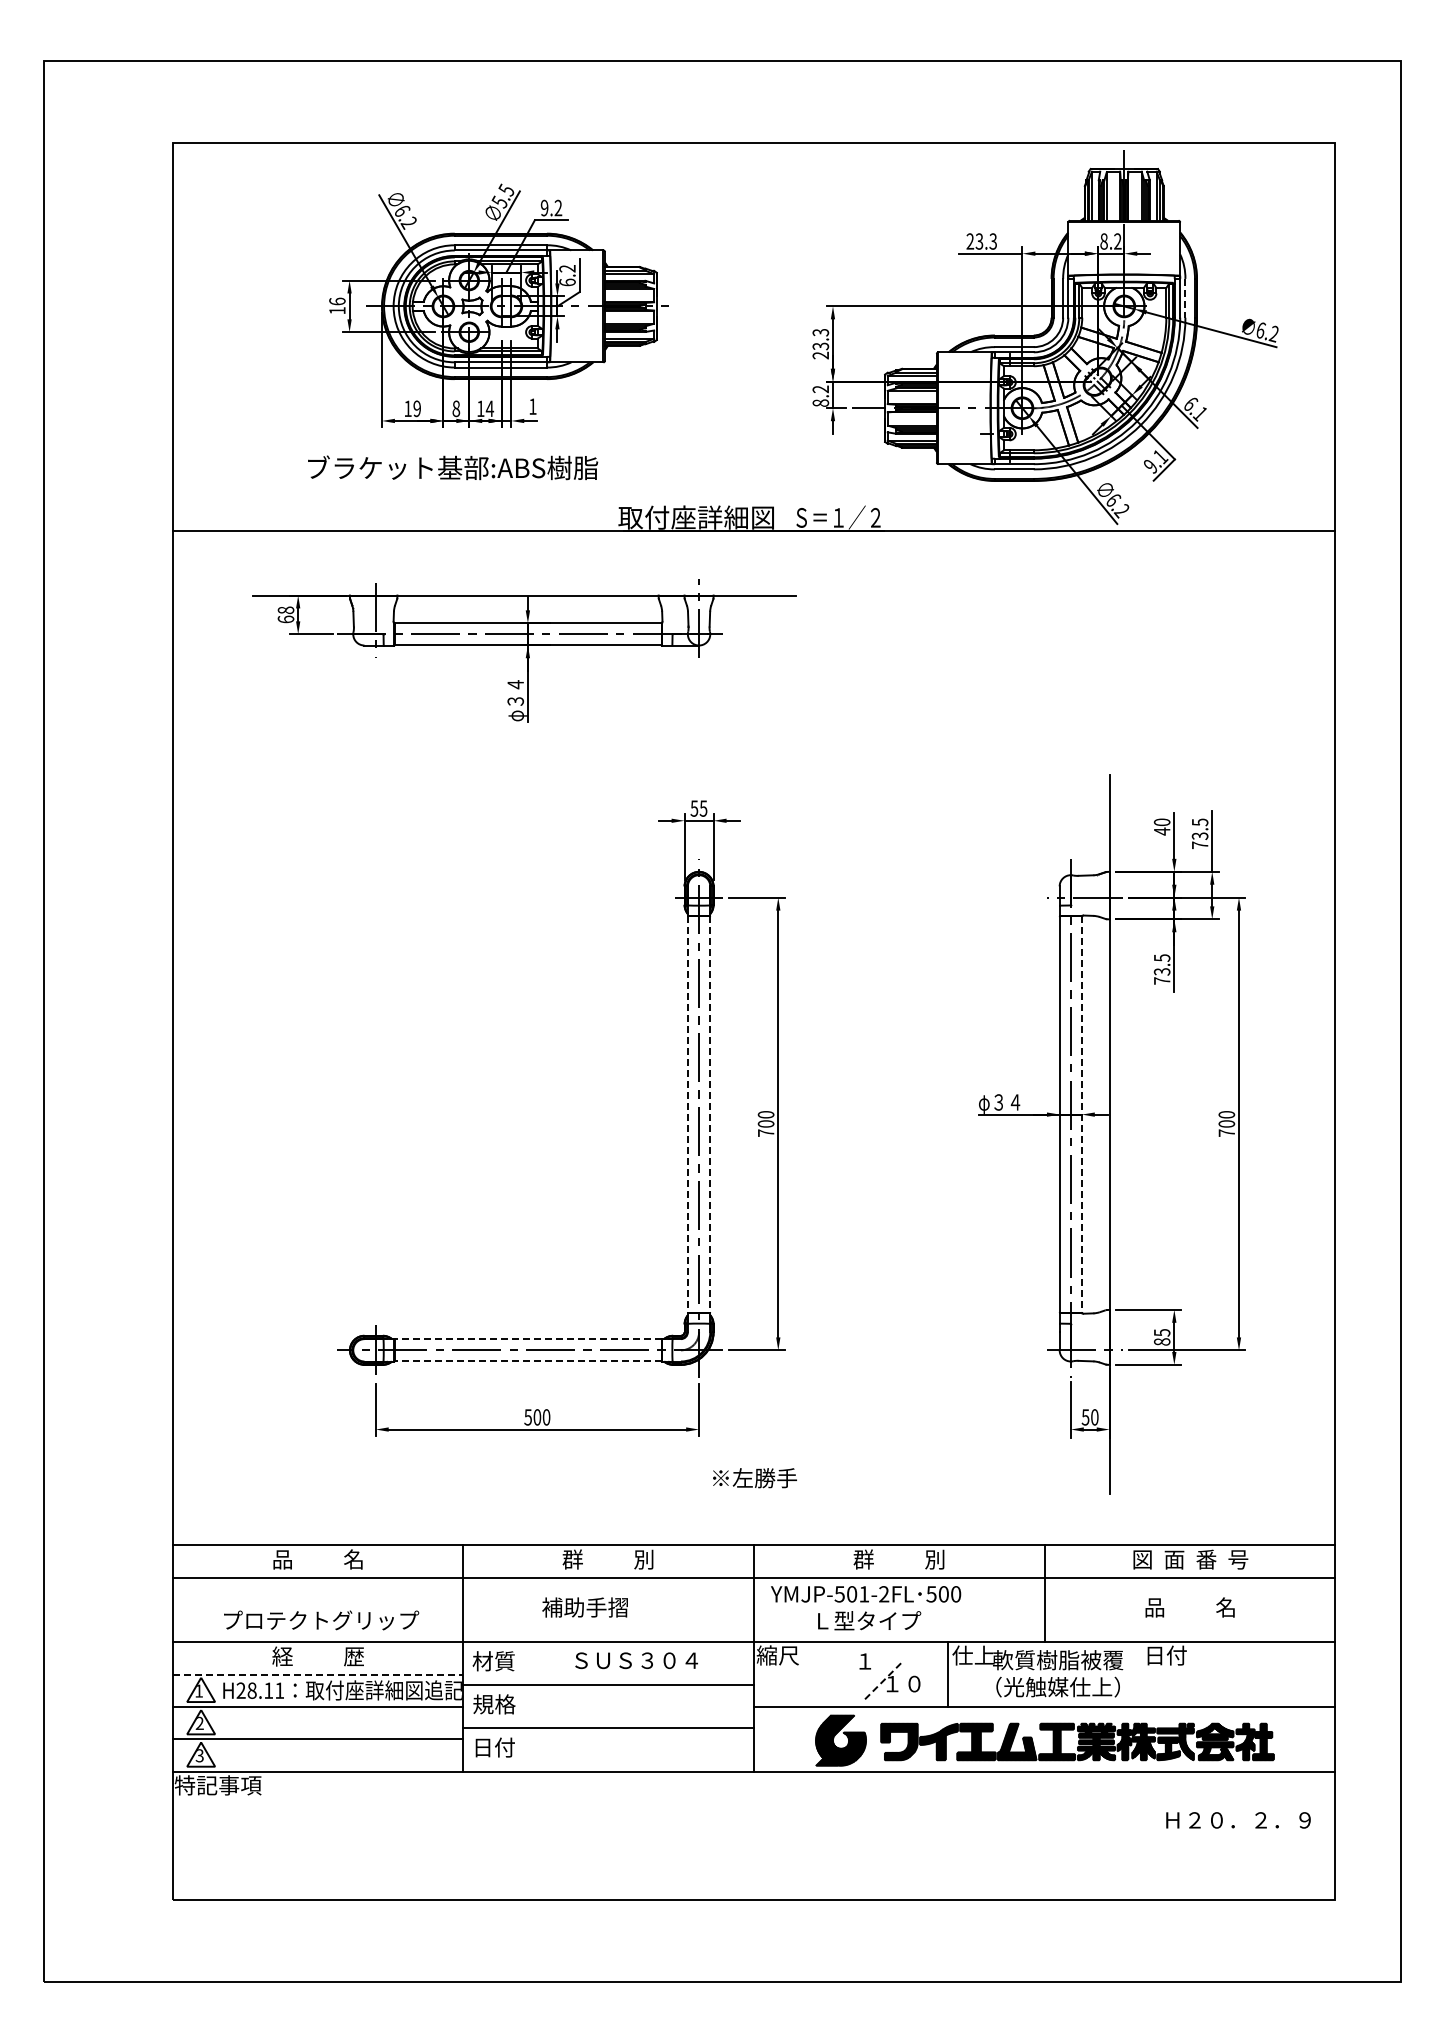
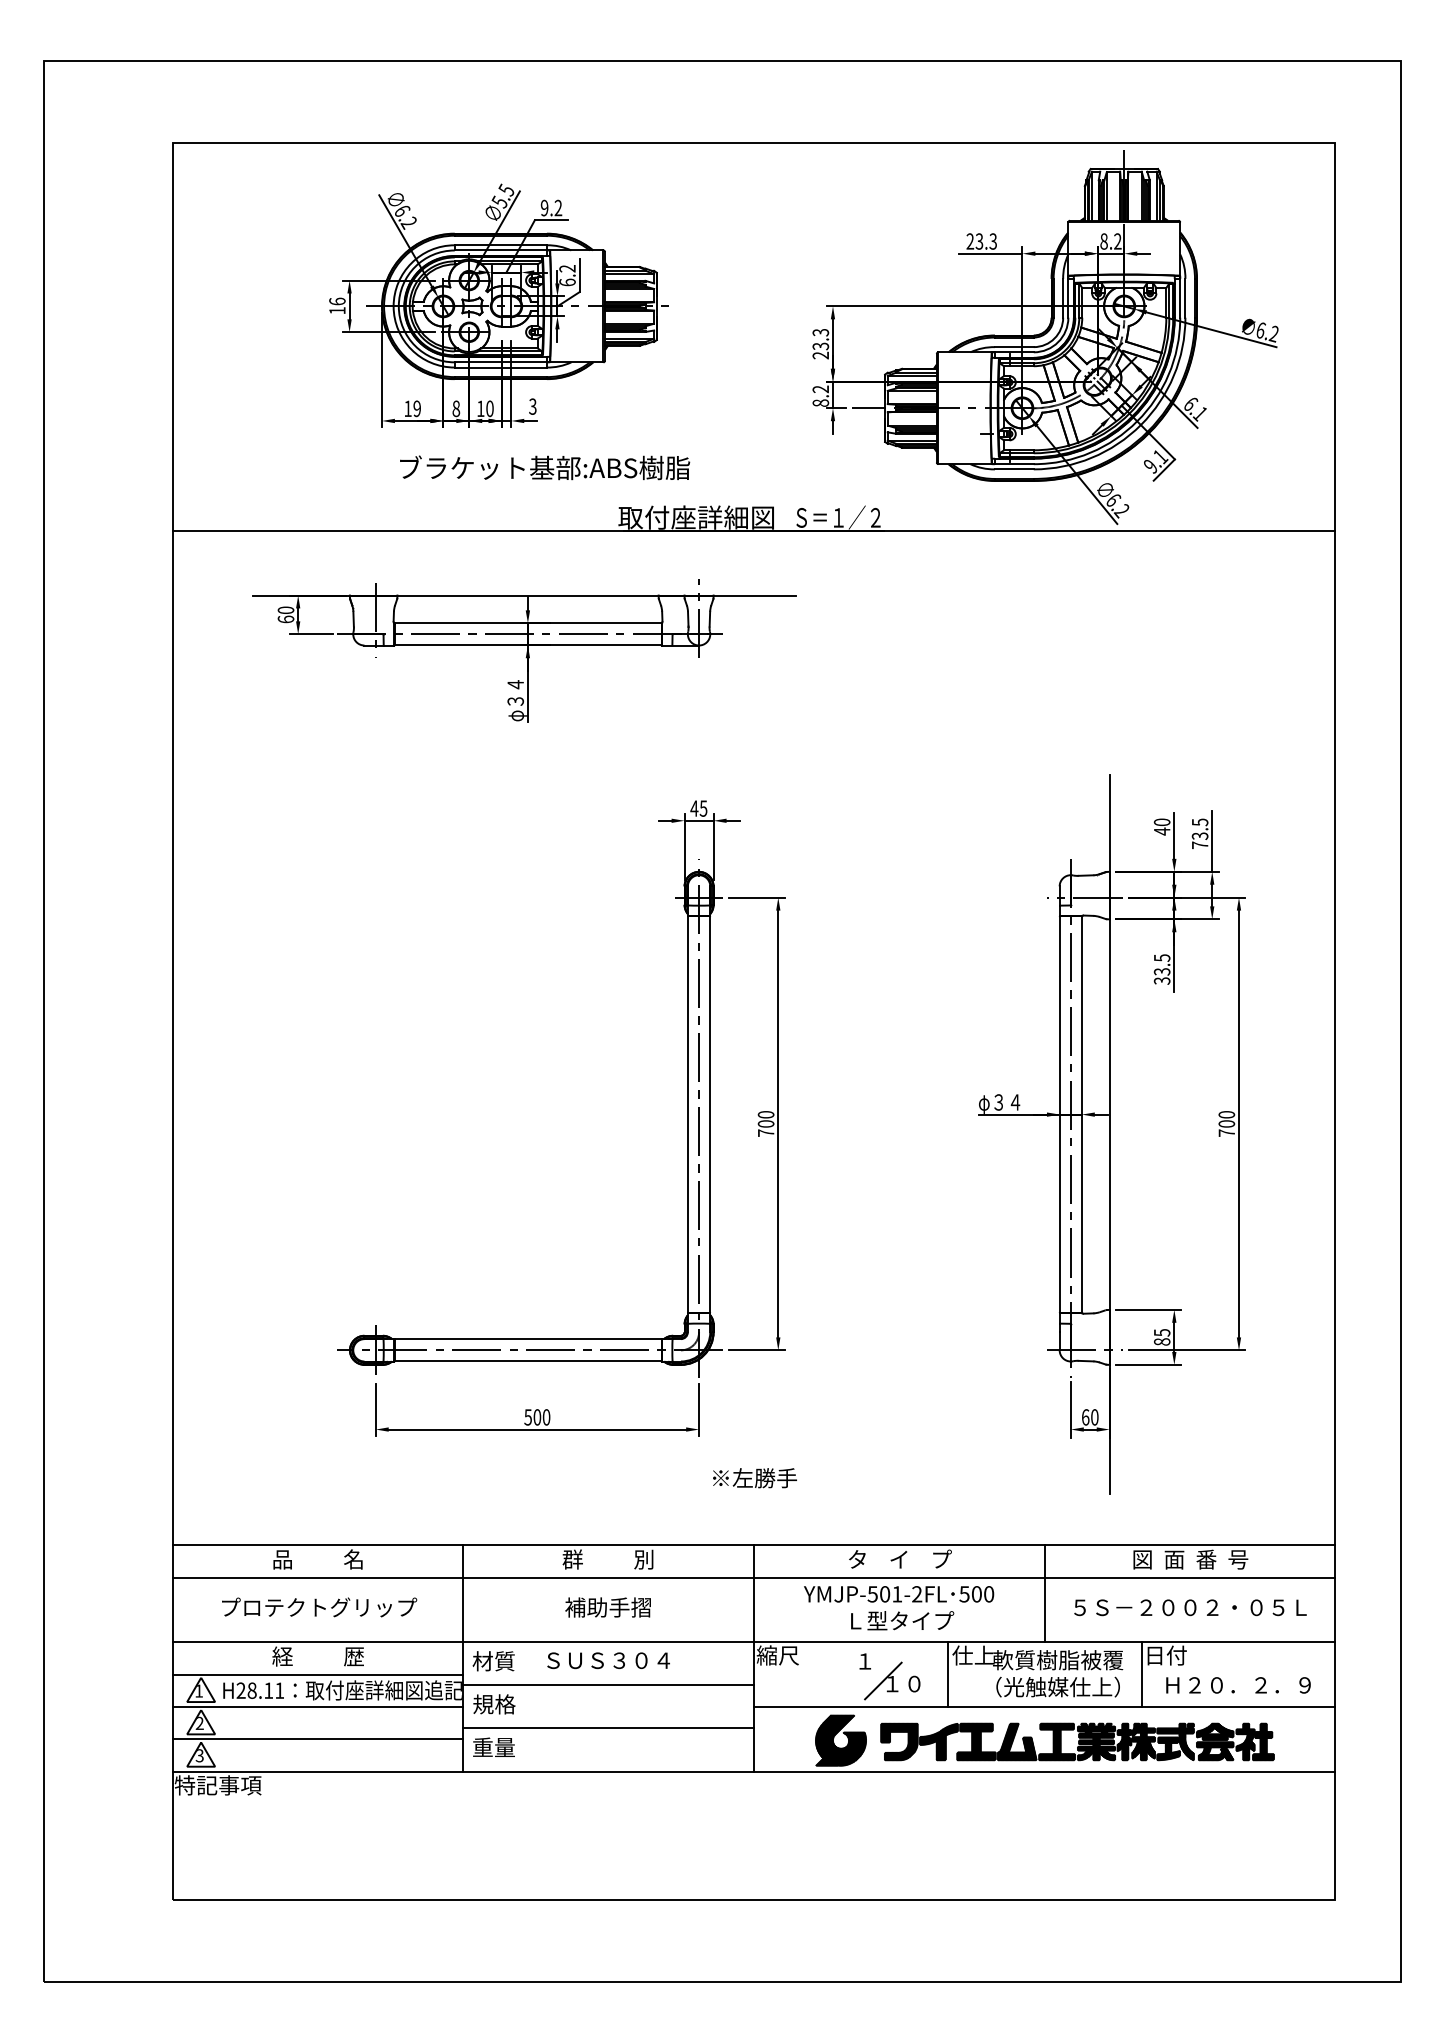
line at (1185, 298): dashed -> solid
text at (532, 406): 1 -> 3
text at (489, 408): 14 -> 10
text at (453, 467) position: (453, 467) -> (545, 467)
text at (285, 610): 68 -> 60
text at (694, 808): 55 -> 45
text at (1161, 980): 73.5 -> 33.5
line at (688, 1114): dashed -> solid
line at (710, 1114): dashed -> solid
line at (1081, 1114): dashed -> solid
line at (528, 1339): dashed -> solid
line at (528, 1361): dashed -> solid
text at (1085, 1417): 50 -> 60
text at (900, 1559): 群          別 -> タ    イ    プ
text at (584, 1607) position: (584, 1607) -> (607, 1607)
text at (1190, 1607): 品          名 -> ５Ｓ－２００２・０５Ｌ
text at (866, 1608) position: (866, 1608) -> (899, 1608)
text at (321, 1620) position: (321, 1620) -> (319, 1607)
text at (636, 1660) position: (636, 1660) -> (608, 1660)
line at (318, 1674): dashed -> solid
line at (1141, 1674): none -> present
line at (883, 1681): dashed -> solid
text at (493, 1747): 日付 -> 重量
text at (1238, 1820) position: (1238, 1820) -> (1238, 1685)
